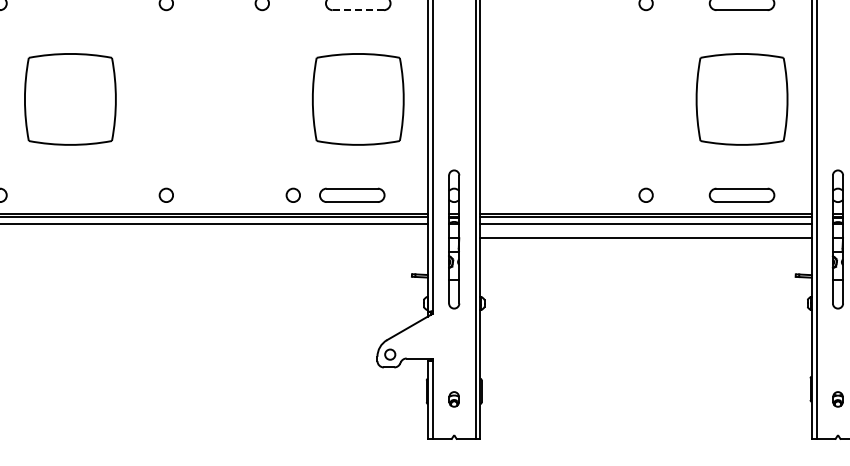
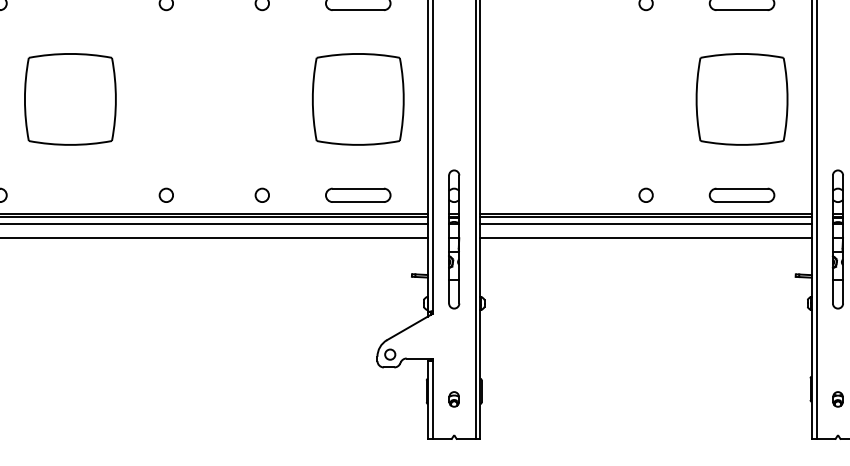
line at (358, 10): dashed -> solid
circle at (292, 194) position: (292, 194) -> (261, 194)
part at (352, 194) position: (352, 194) -> (358, 194)
line at (215, 238): none -> present
